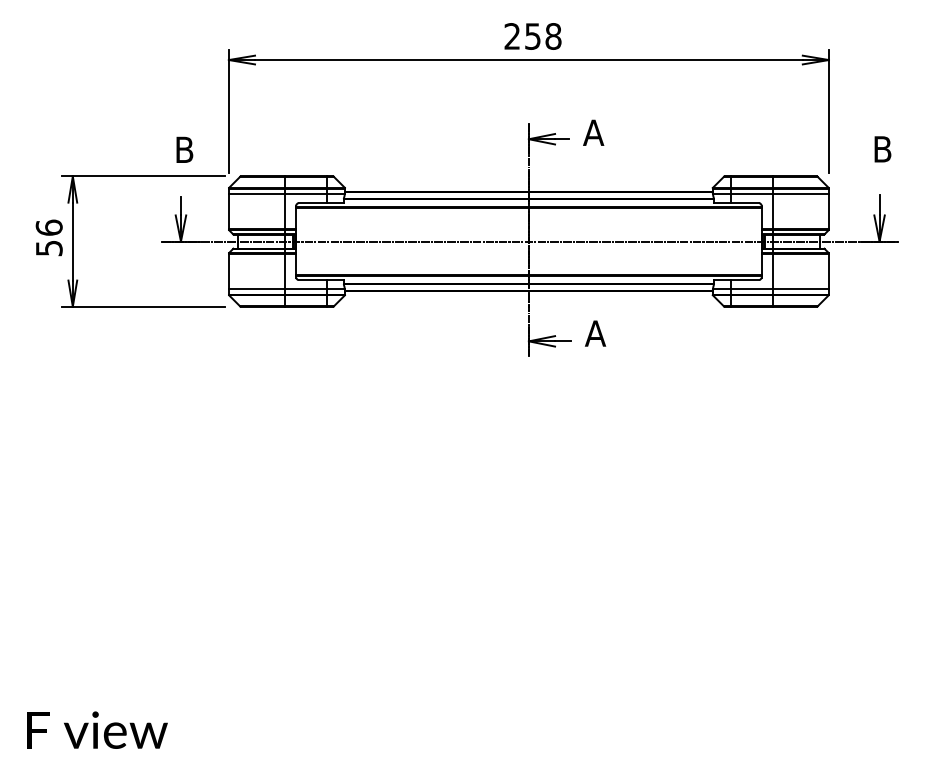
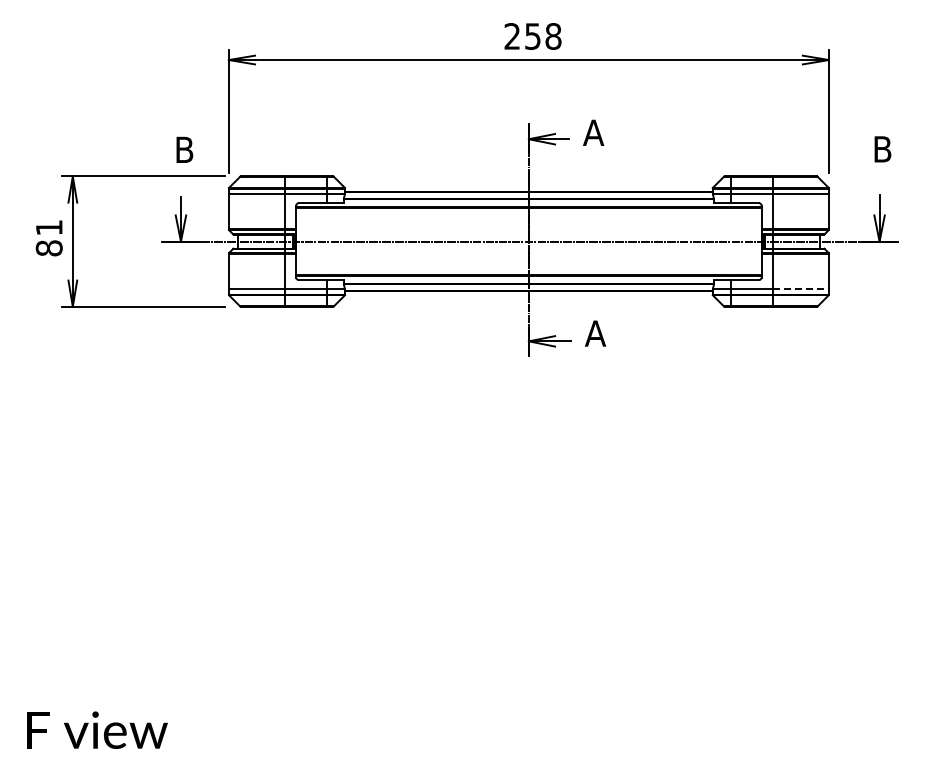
text at (48, 237): 56 -> 81
line at (801, 289): solid -> dashed
